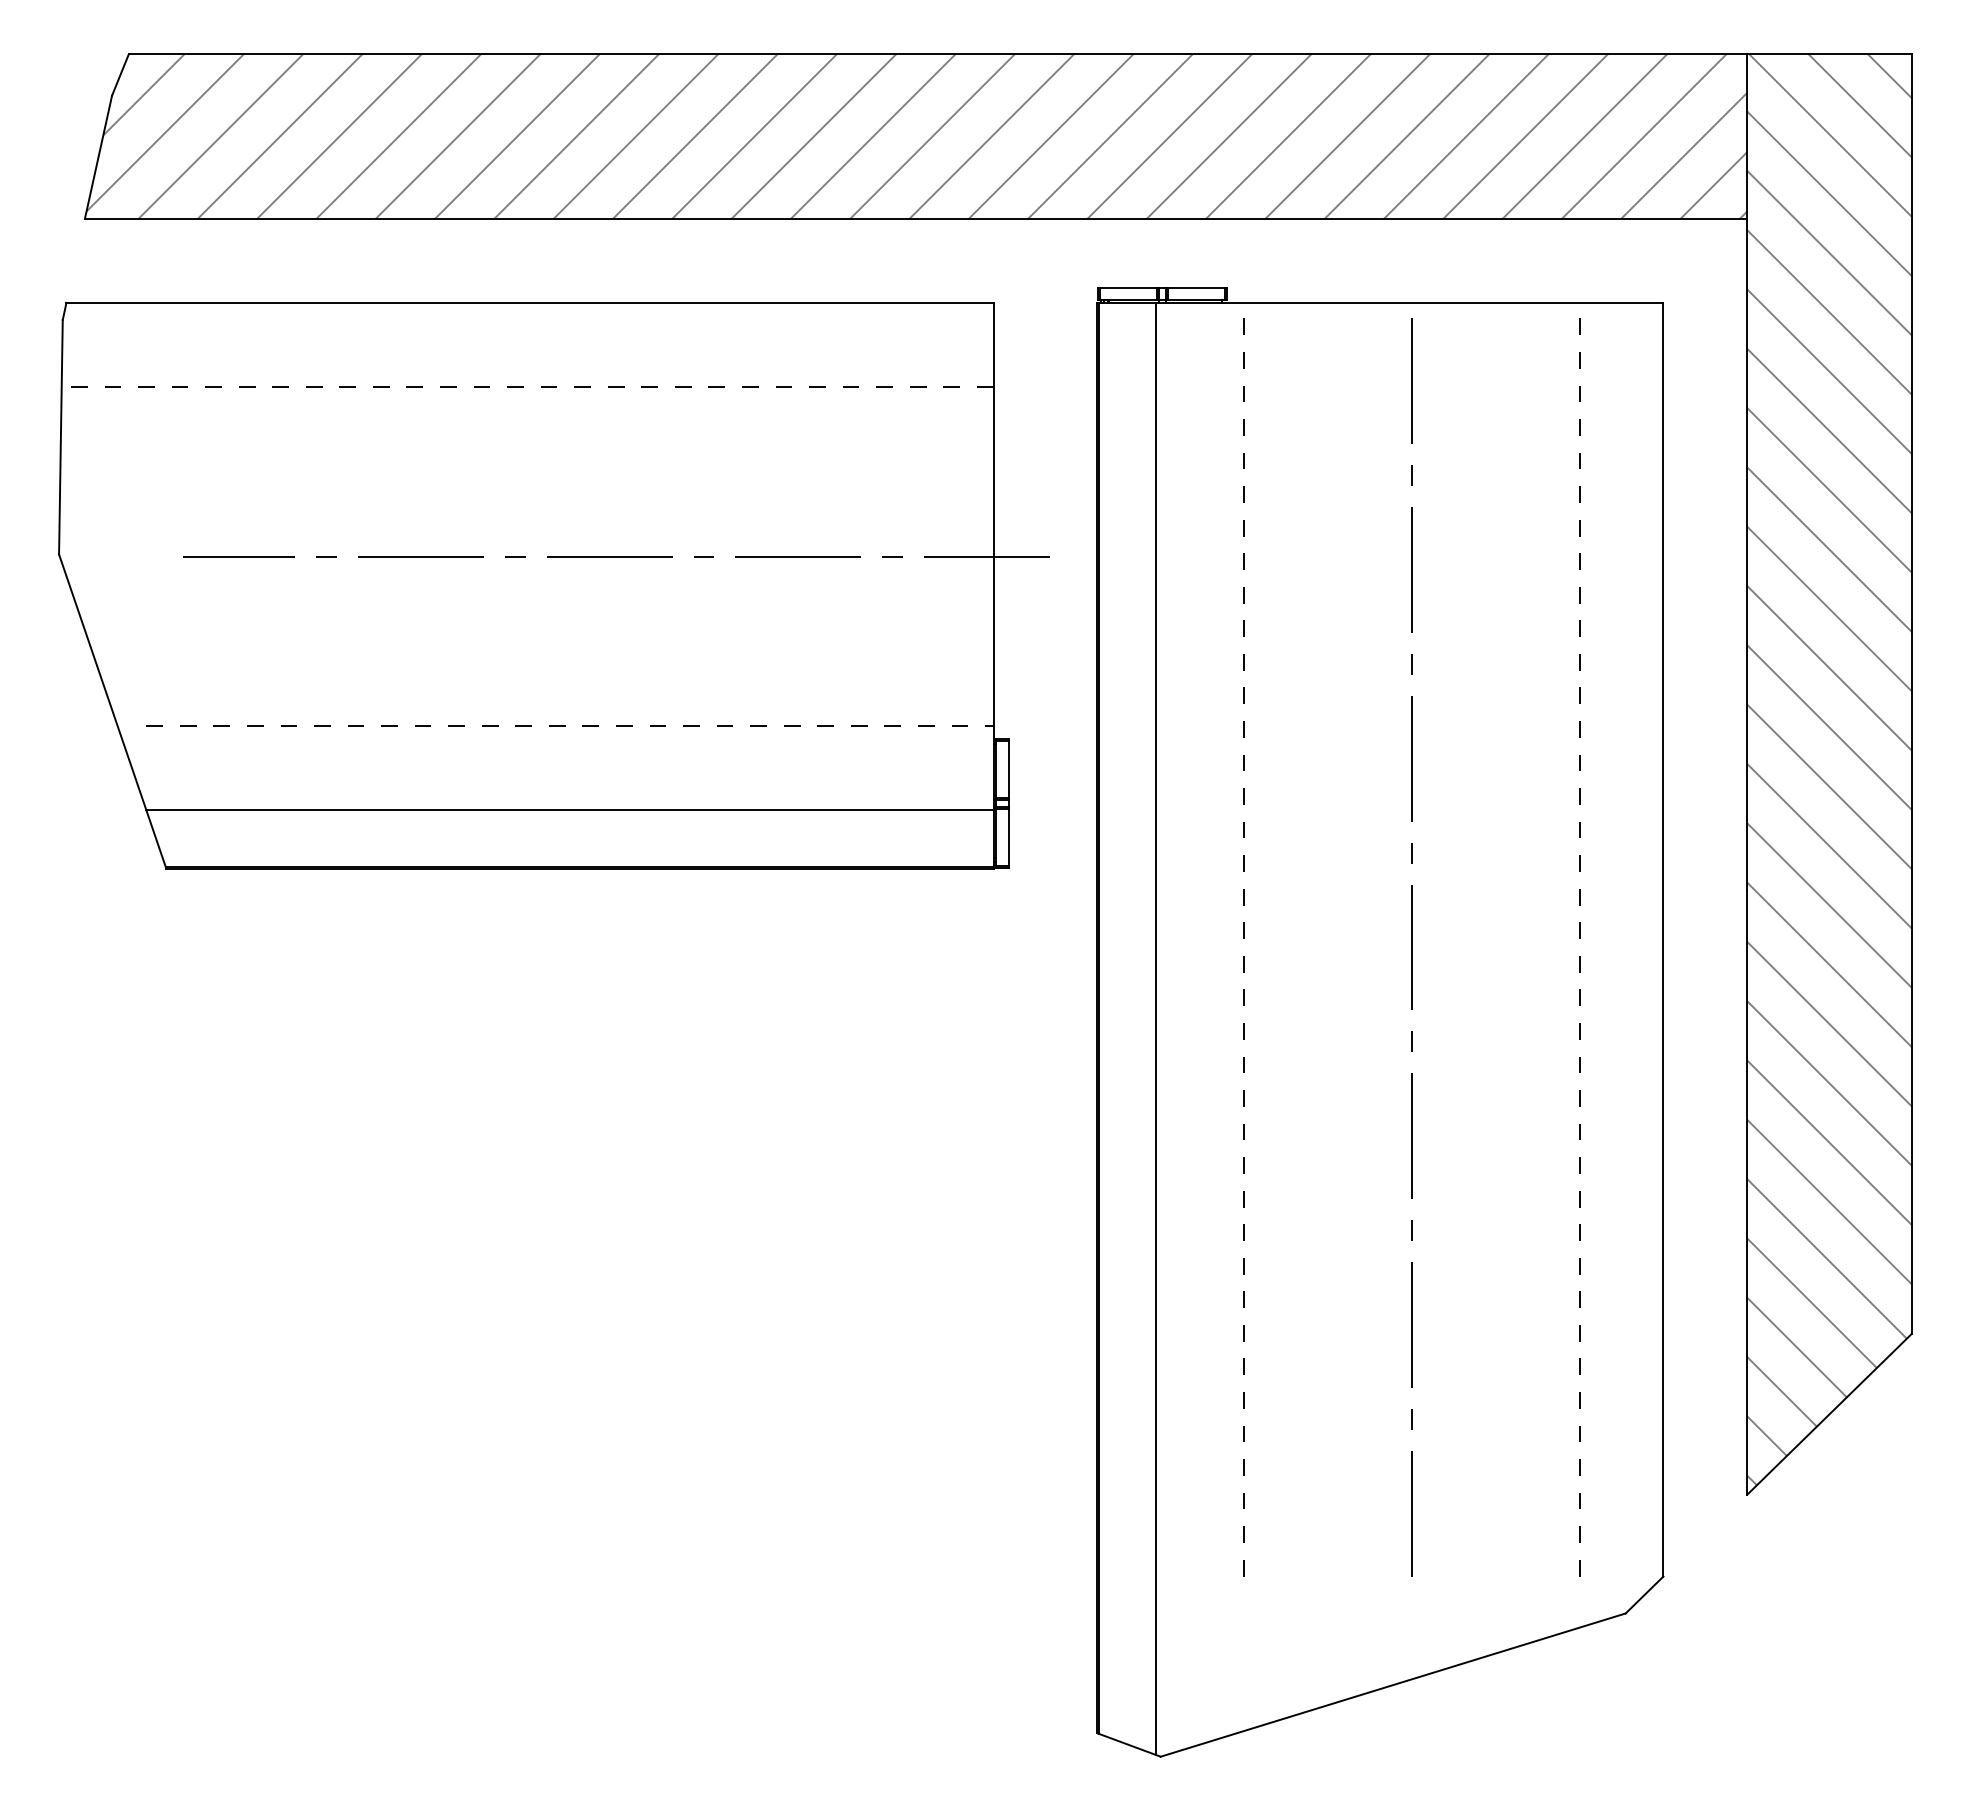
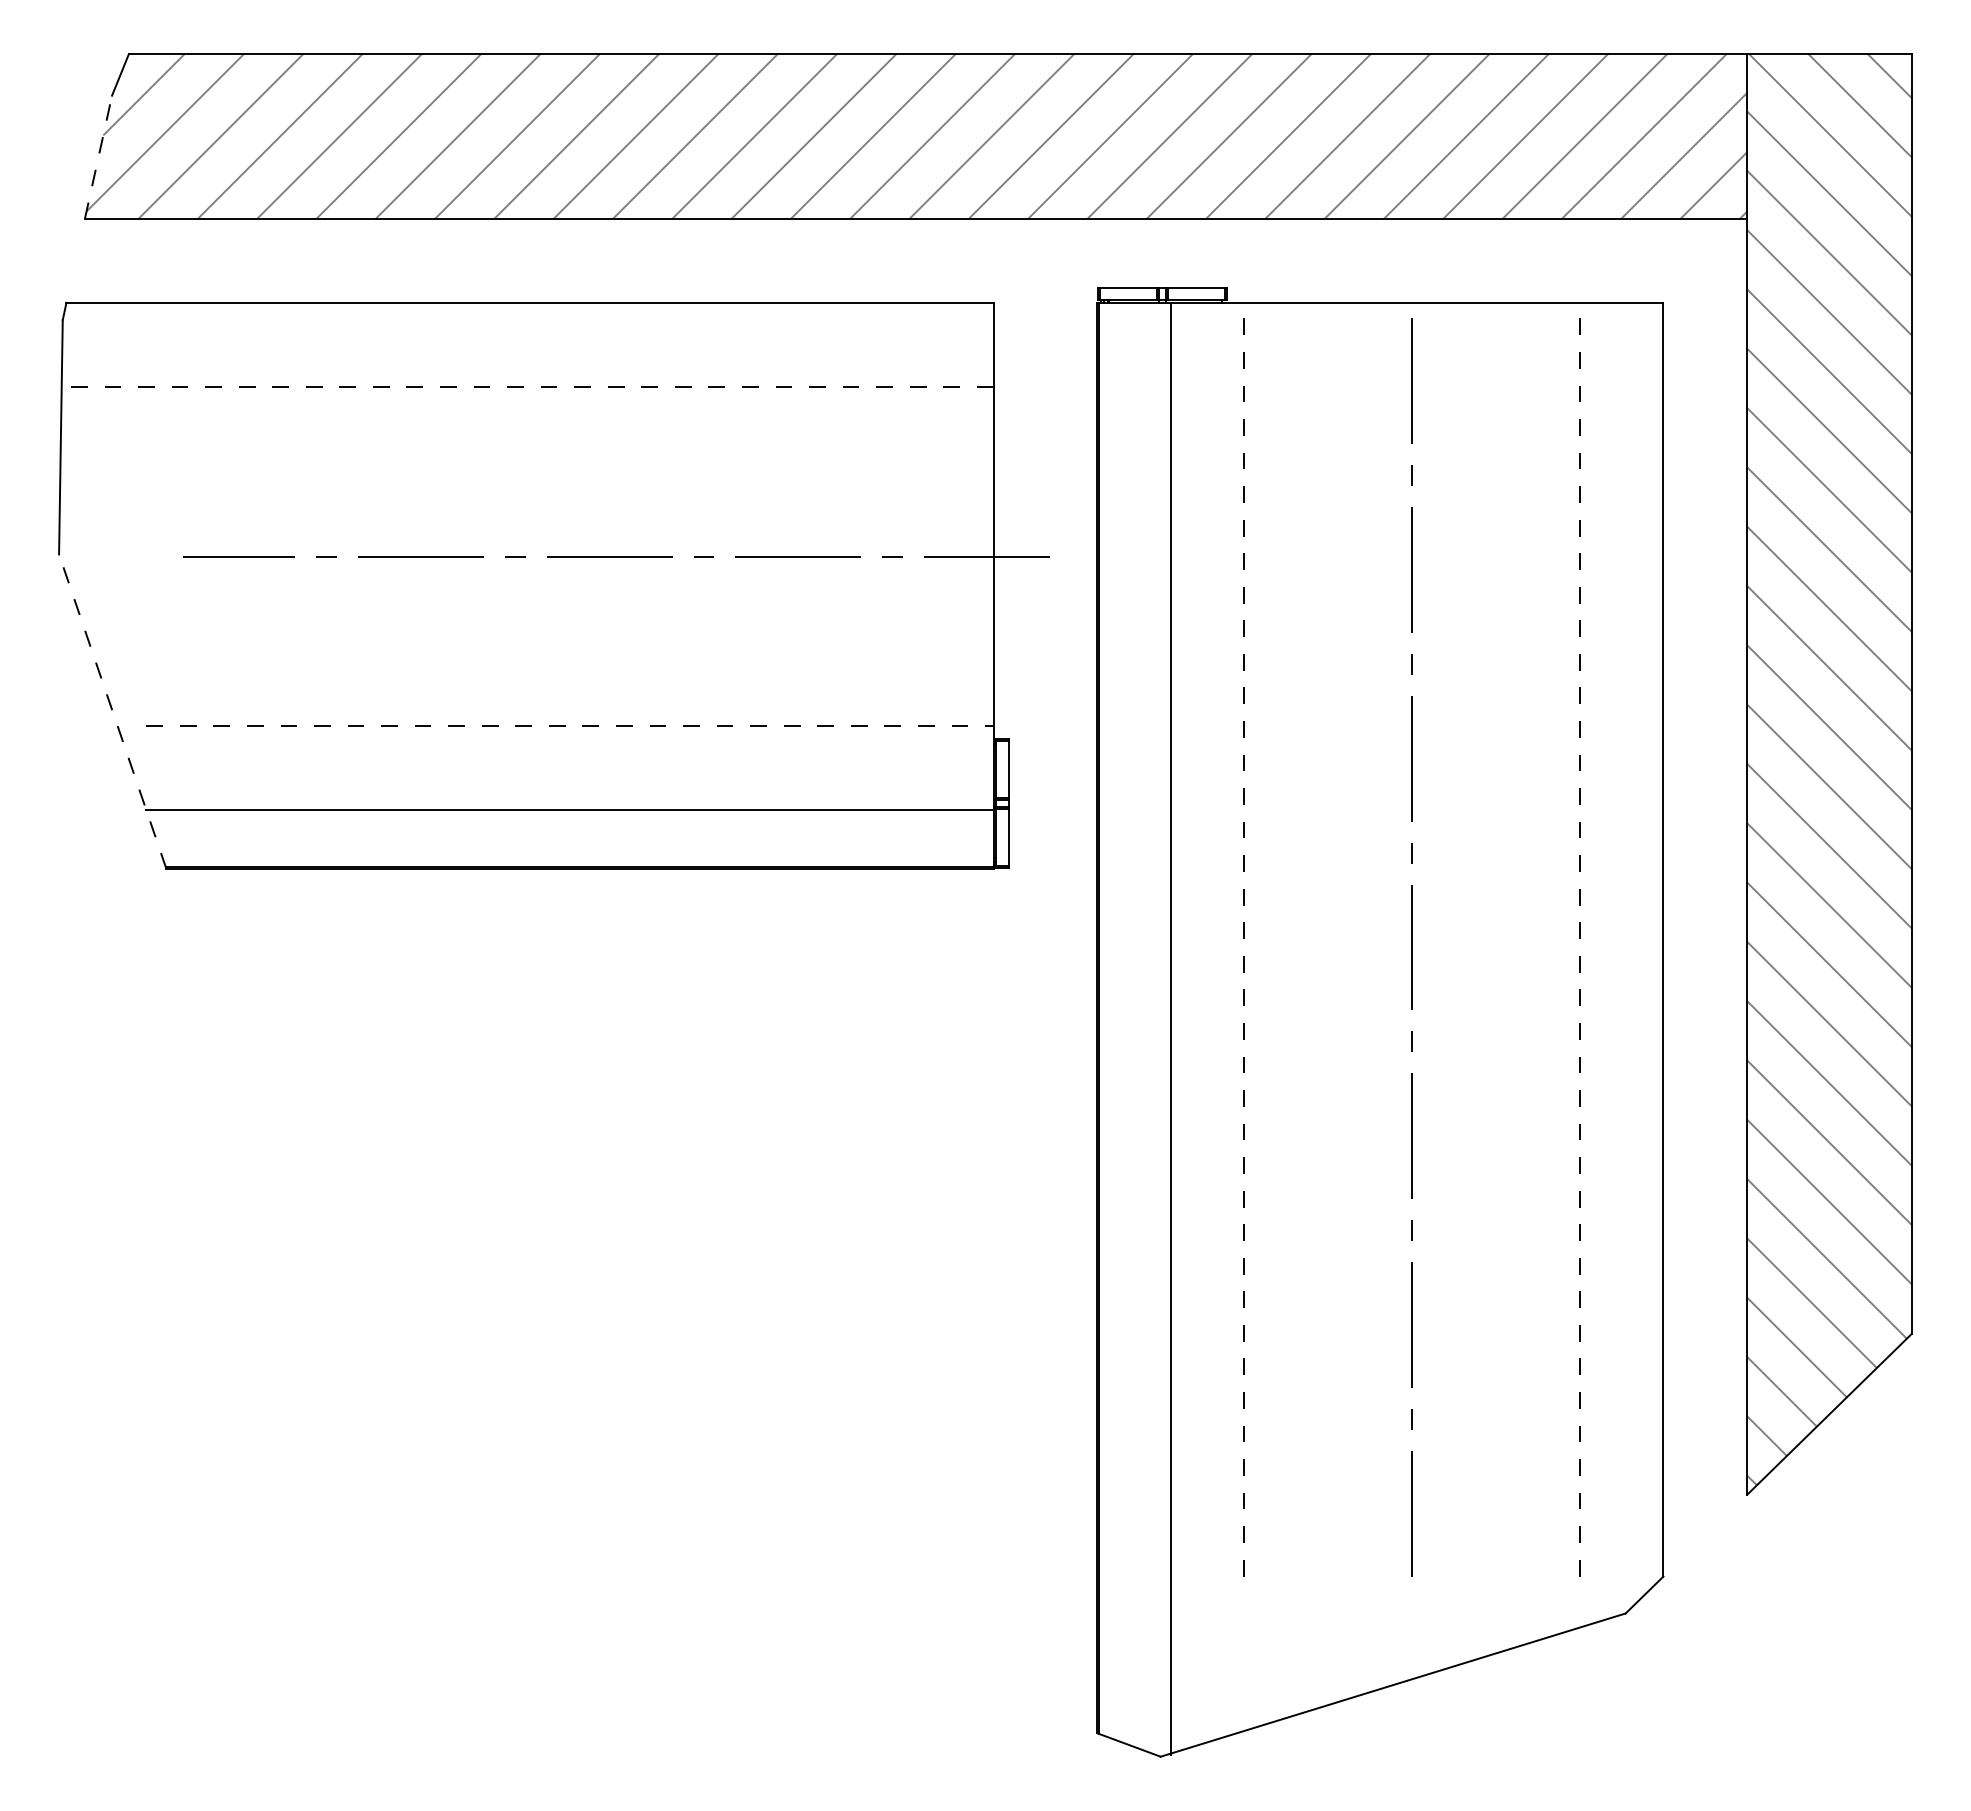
line at (98, 156): solid -> dashed
line at (112, 711): solid -> dashed
line at (1156, 1028) position: (1156, 1028) -> (1171, 1028)
